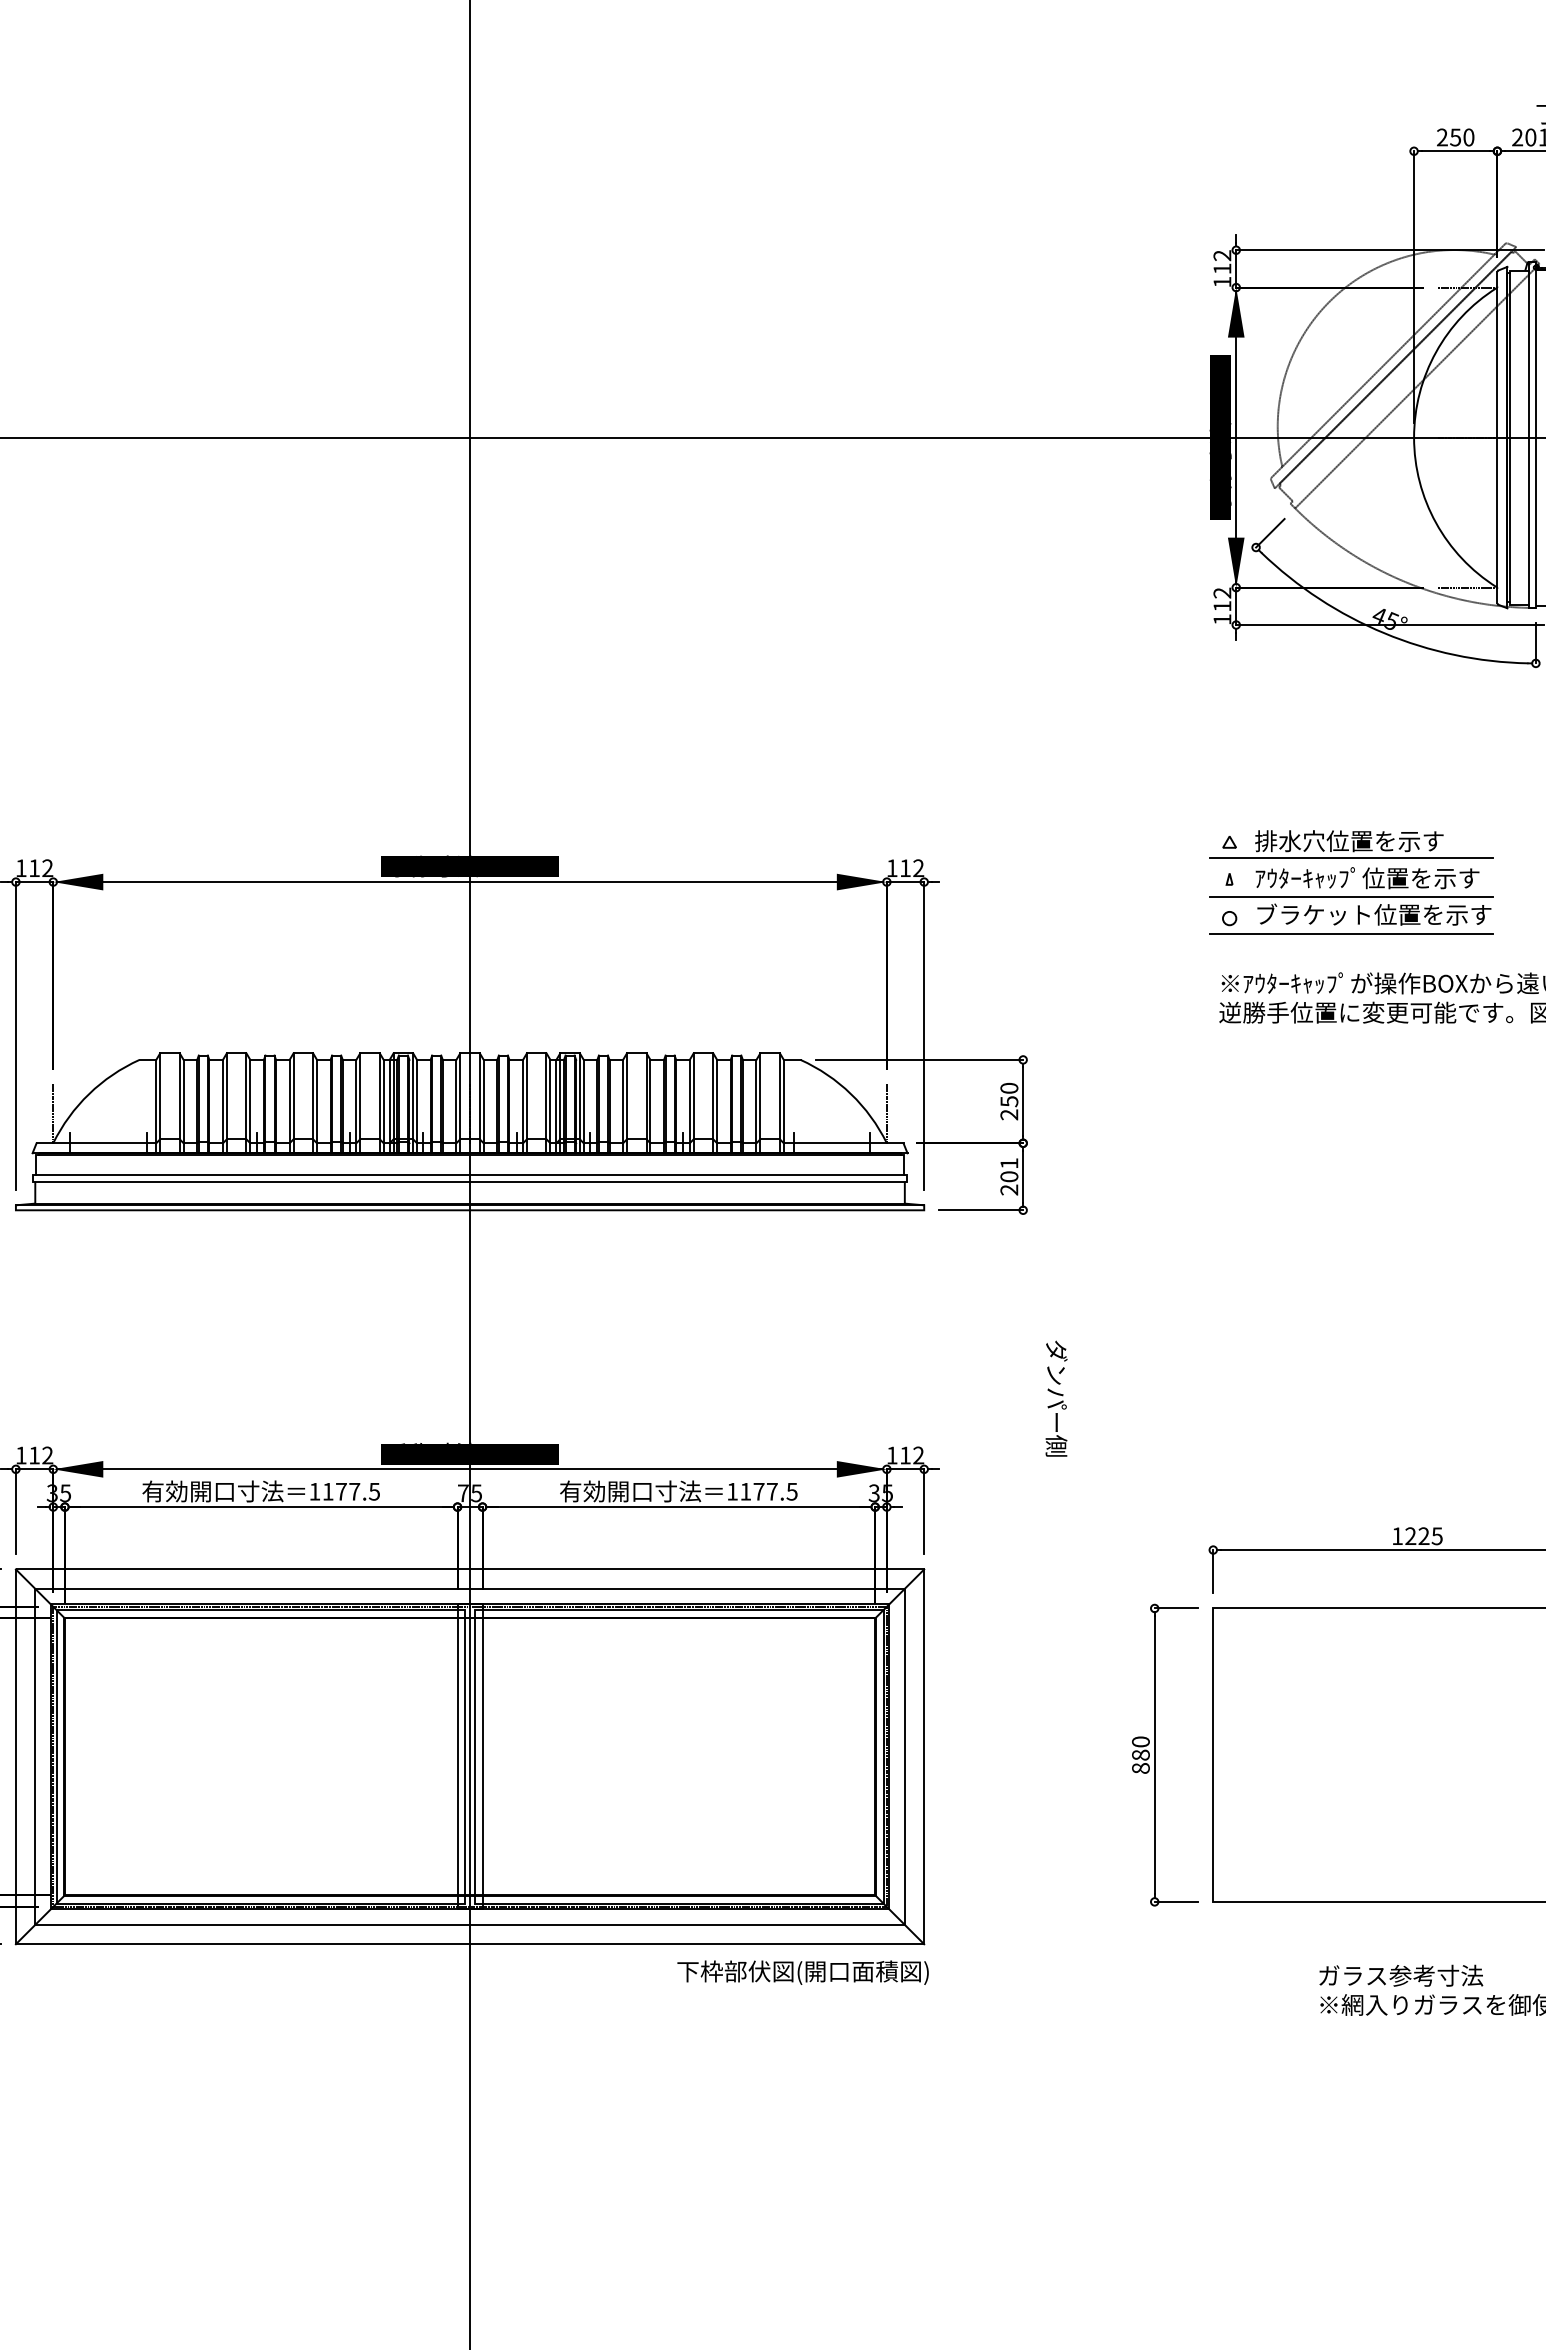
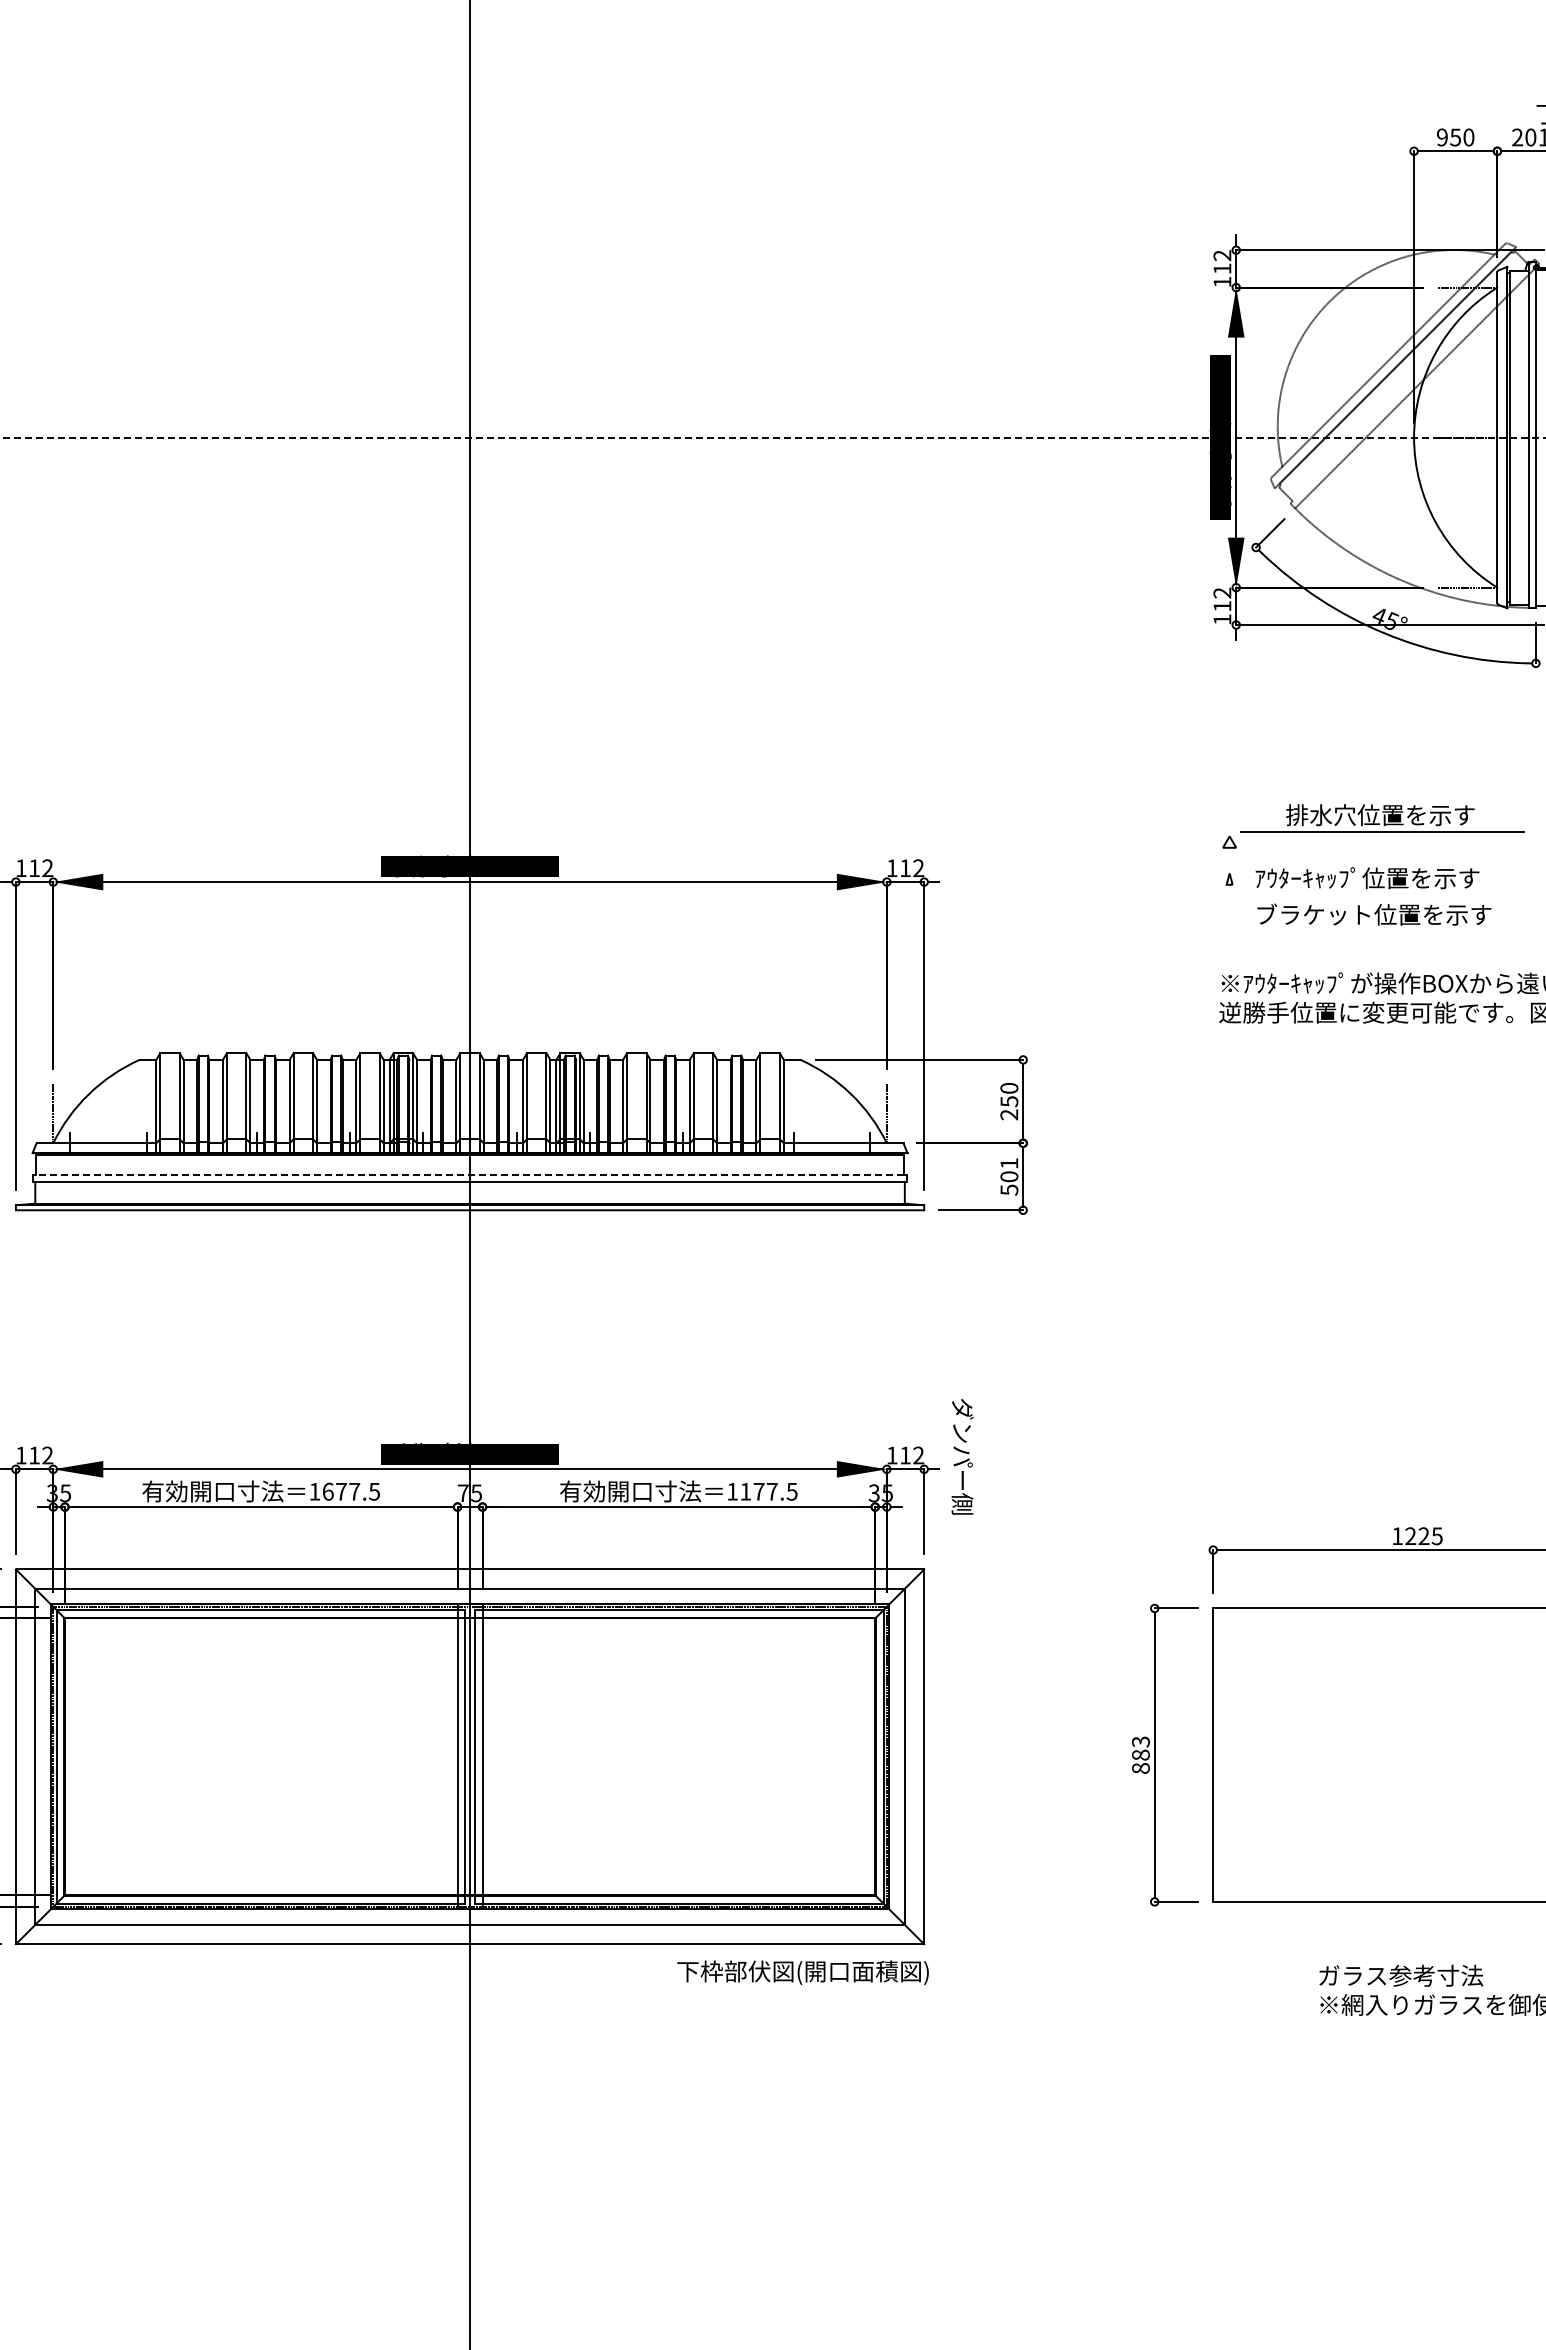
text at (1442, 137): 250 -> 950
line at (773, 437): solid -> dashed
part at (1351, 844) position: (1351, 844) -> (1382, 818)
line at (1351, 896): present -> none
part at (1351, 933): present -> none
line at (470, 1175): solid -> dashed
text at (1009, 1189): 201 -> 501
text at (1056, 1398) position: (1056, 1398) -> (962, 1456)
text at (328, 1491): 1177.5 -> 1677.5
text at (1140, 1741): 880 -> 883
